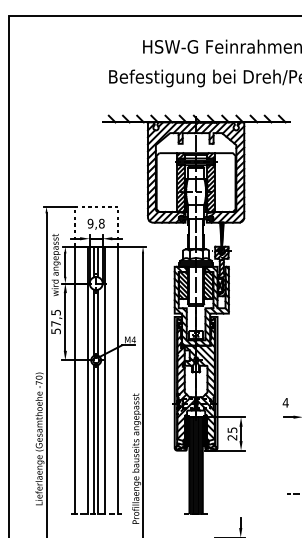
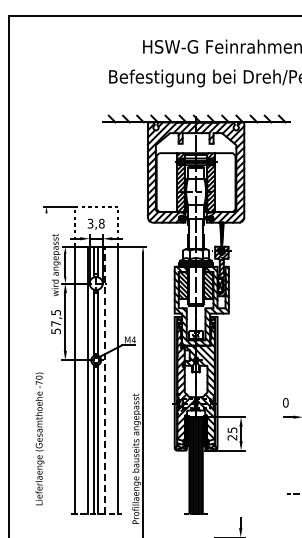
text at (90, 223): 9,8 -> 3,8
line at (46, 373): present -> none
line at (104, 380): solid -> dashed
text at (285, 402): 4 -> 0
